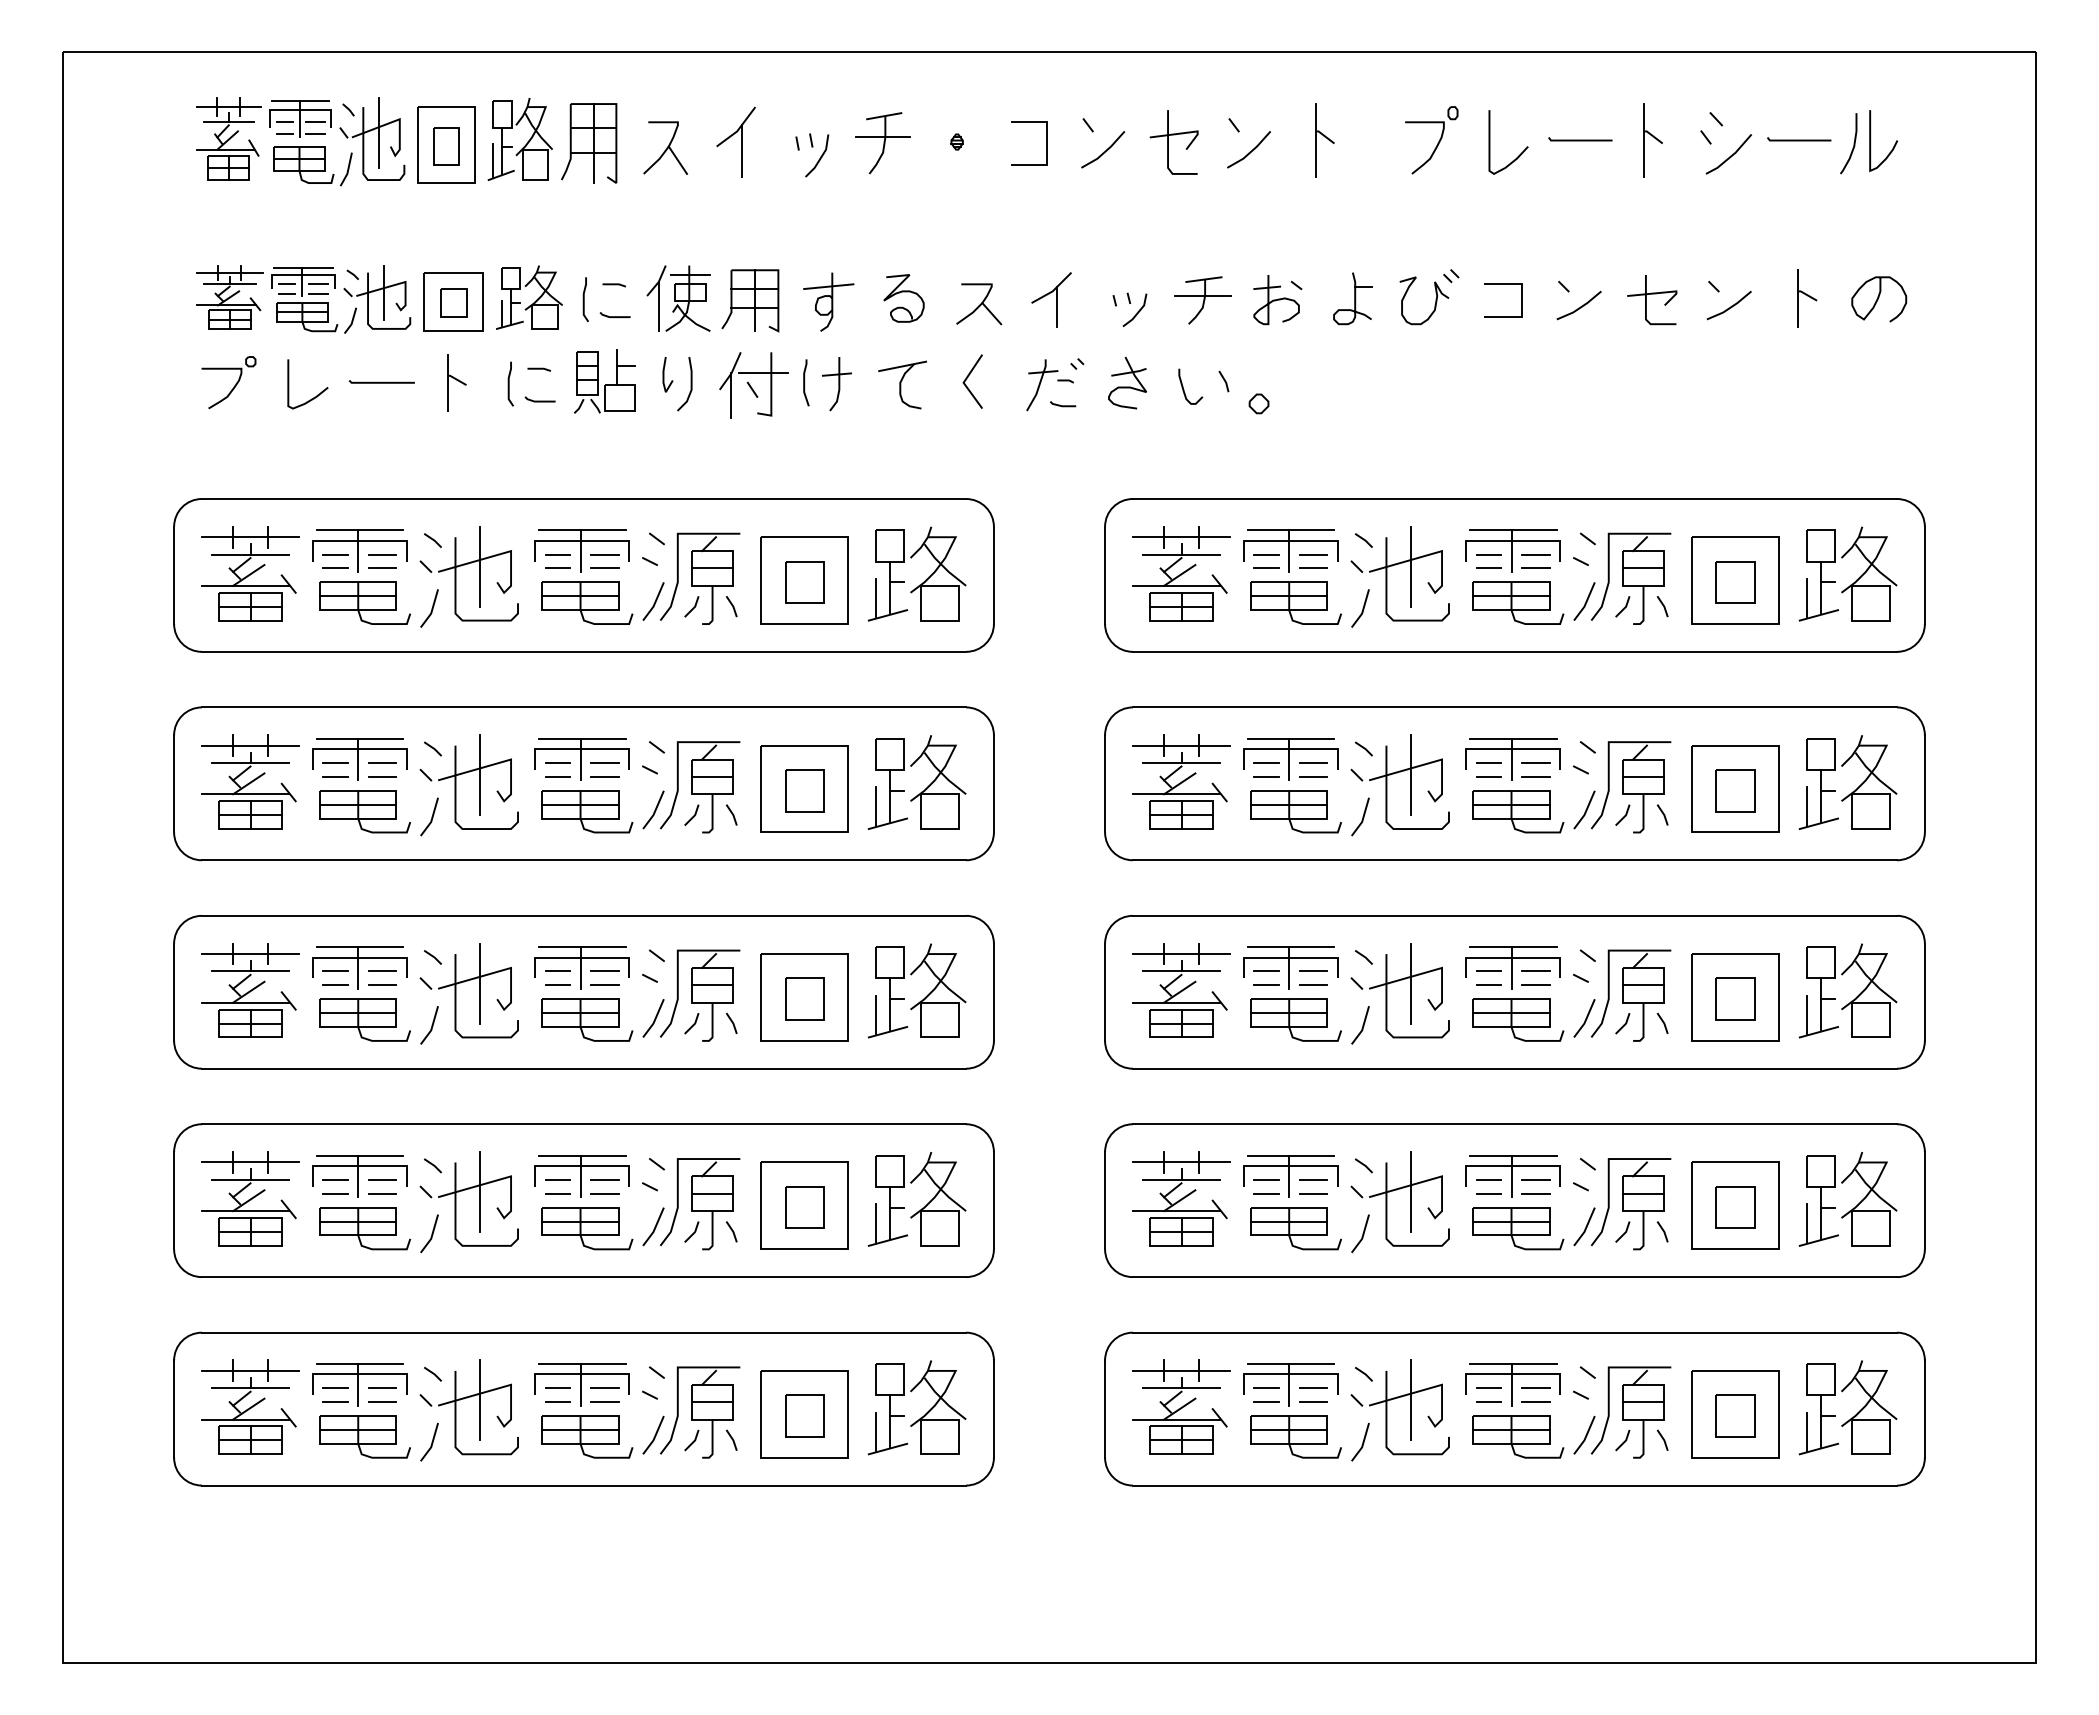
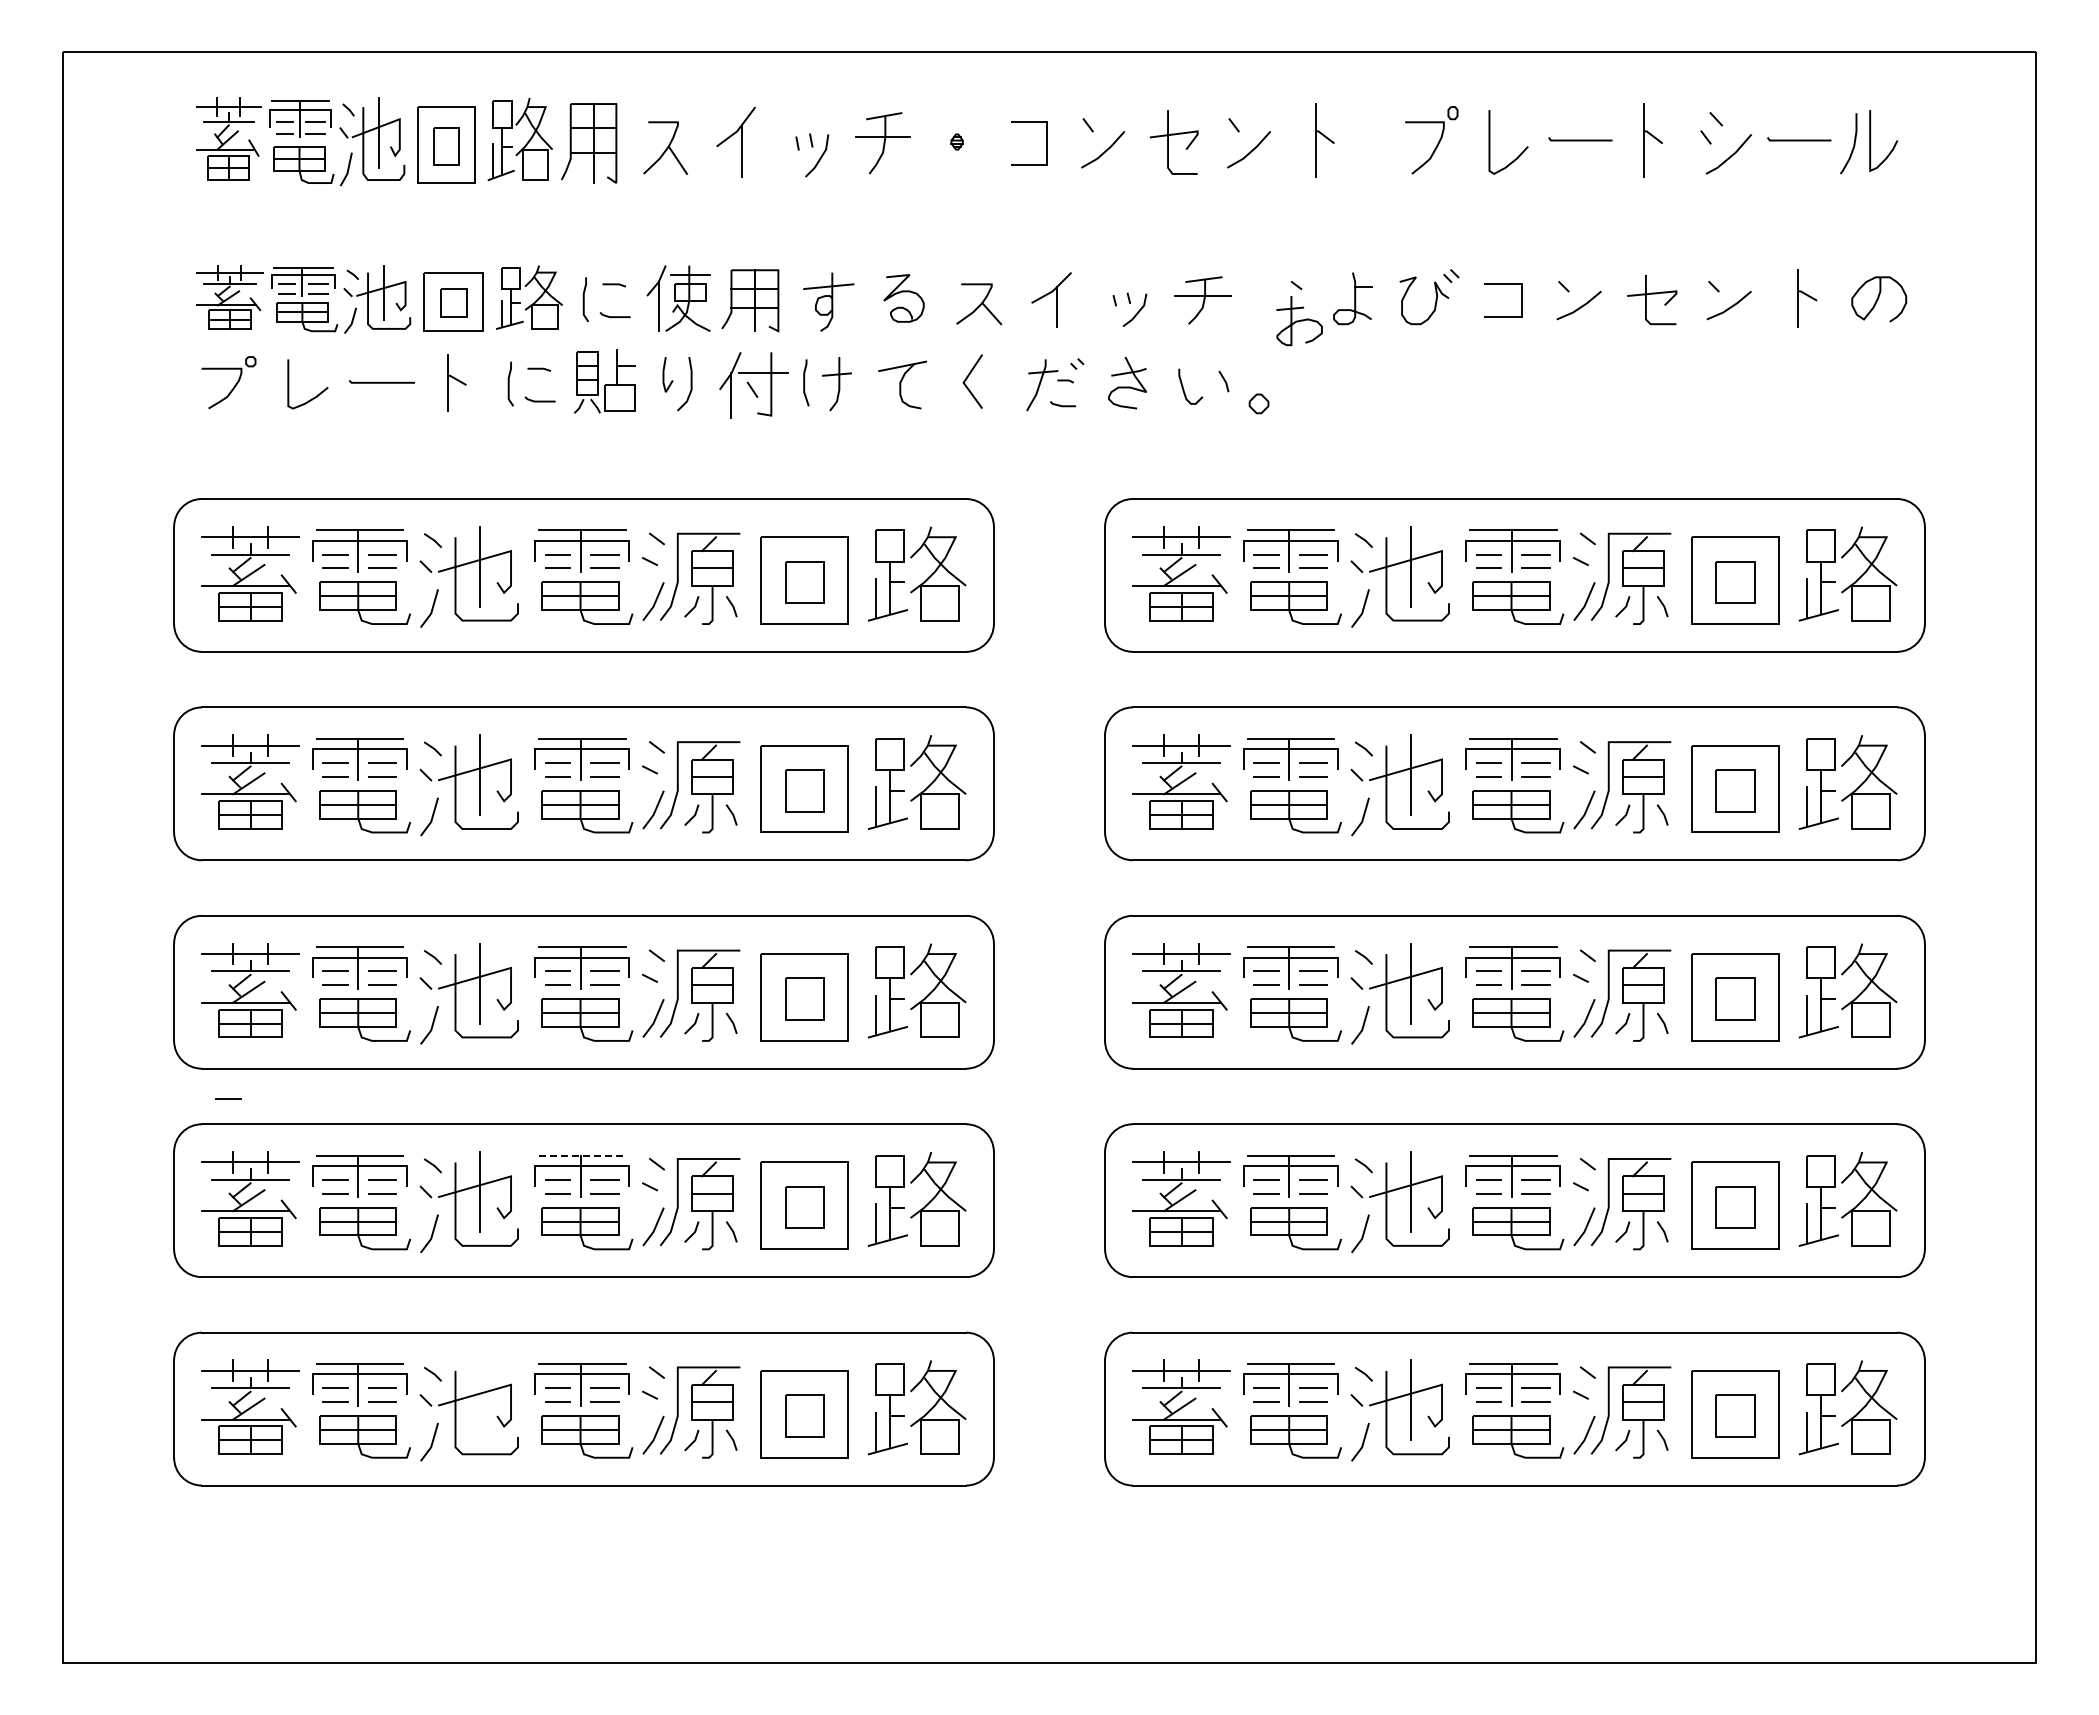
part at (1276, 300) position: (1276, 300) -> (1299, 321)
line at (228, 1098): none -> present
line at (582, 1155): solid -> dashed
line at (479, 1400): present -> none
